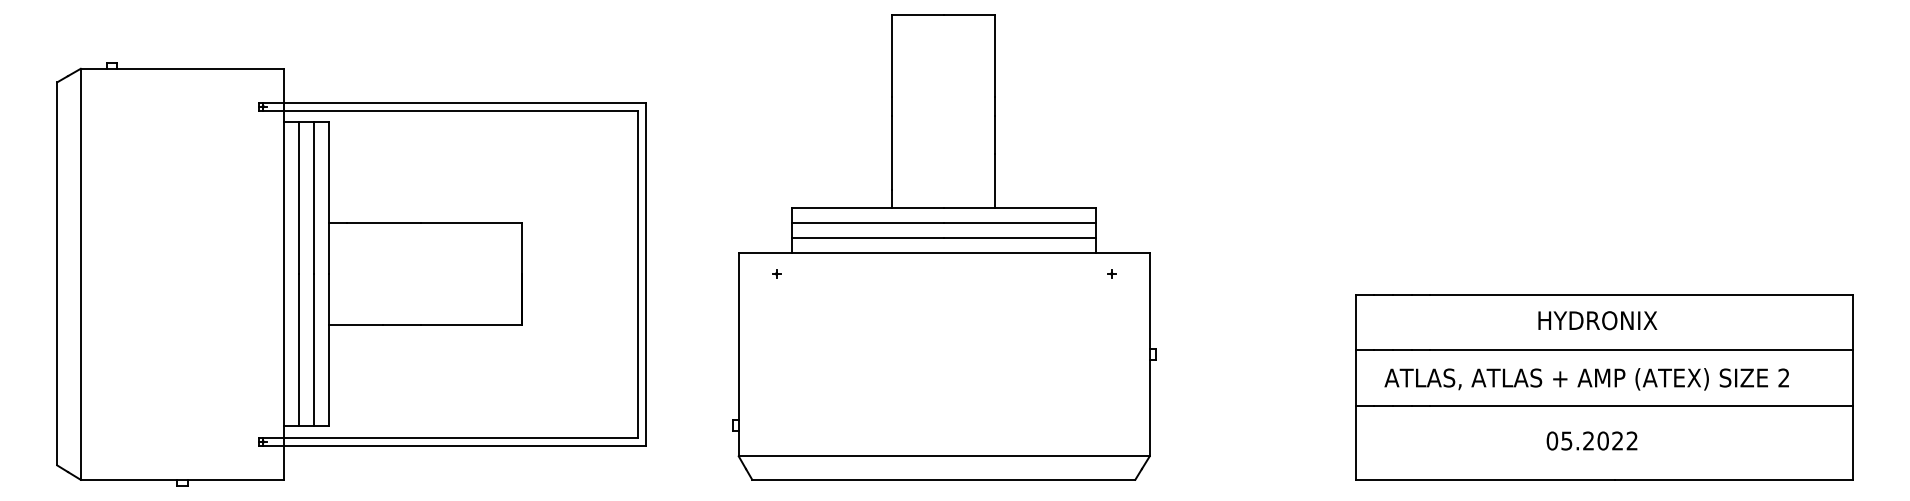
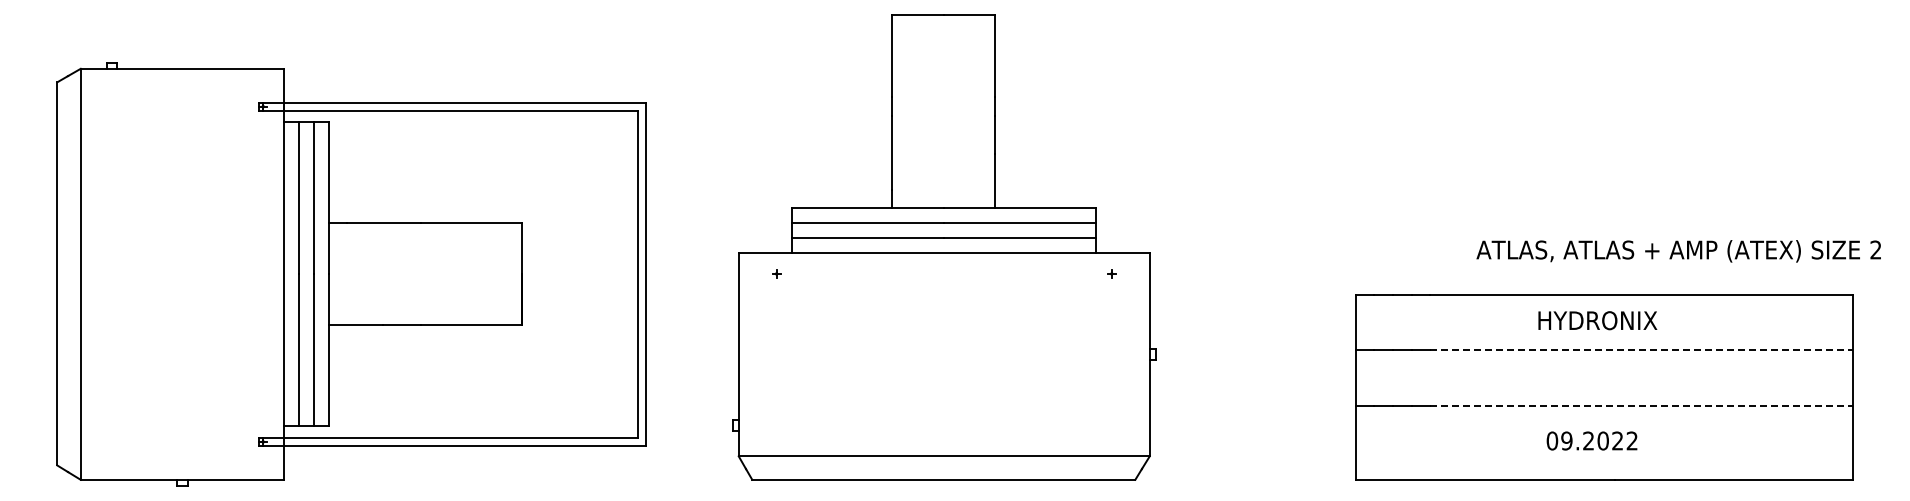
line at (1641, 350): solid -> dashed
text at (1586, 379) position: (1586, 379) -> (1678, 251)
line at (1641, 405): solid -> dashed
text at (1566, 440): 05.2022 -> 09.2022
